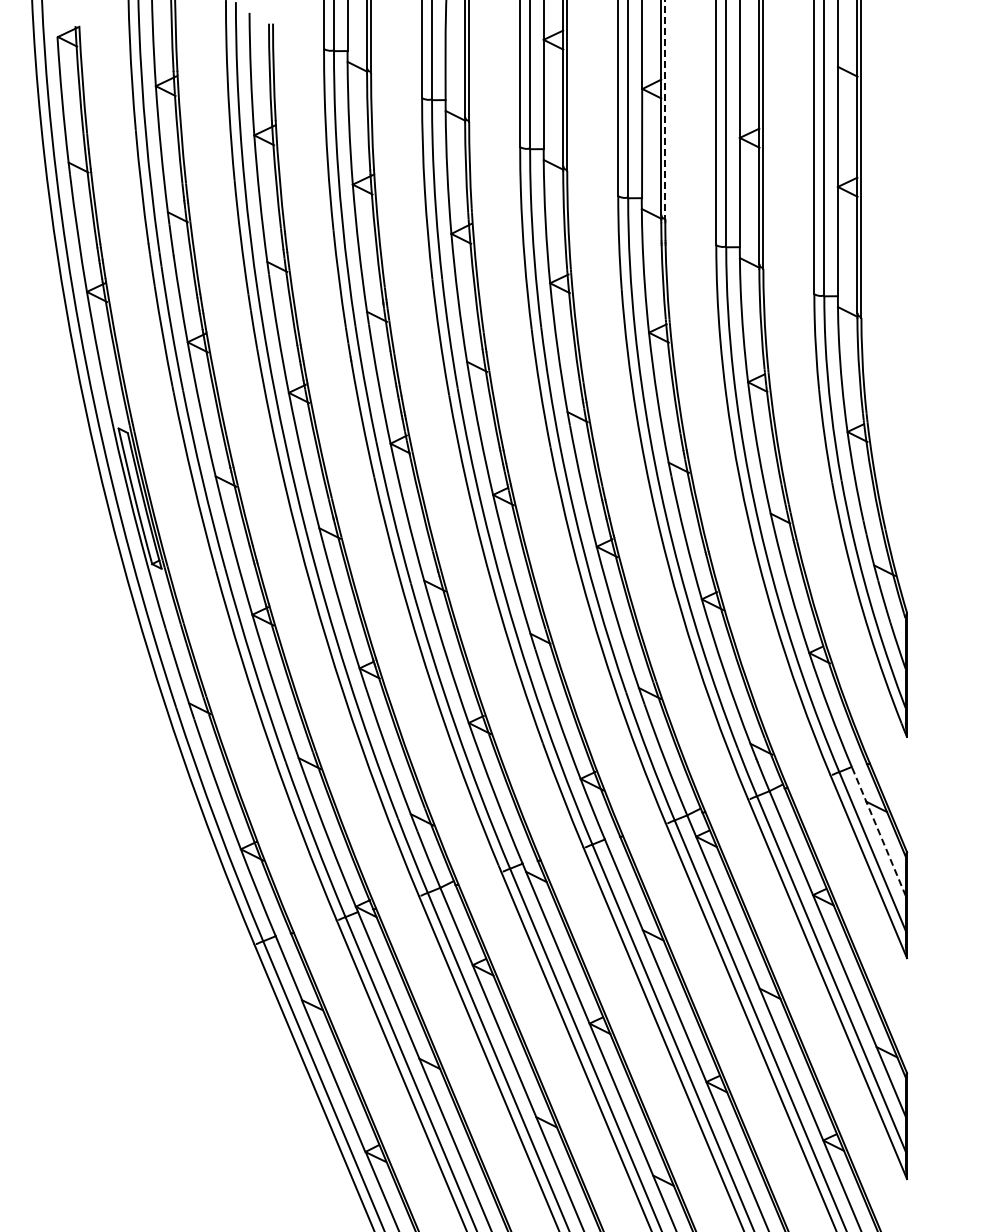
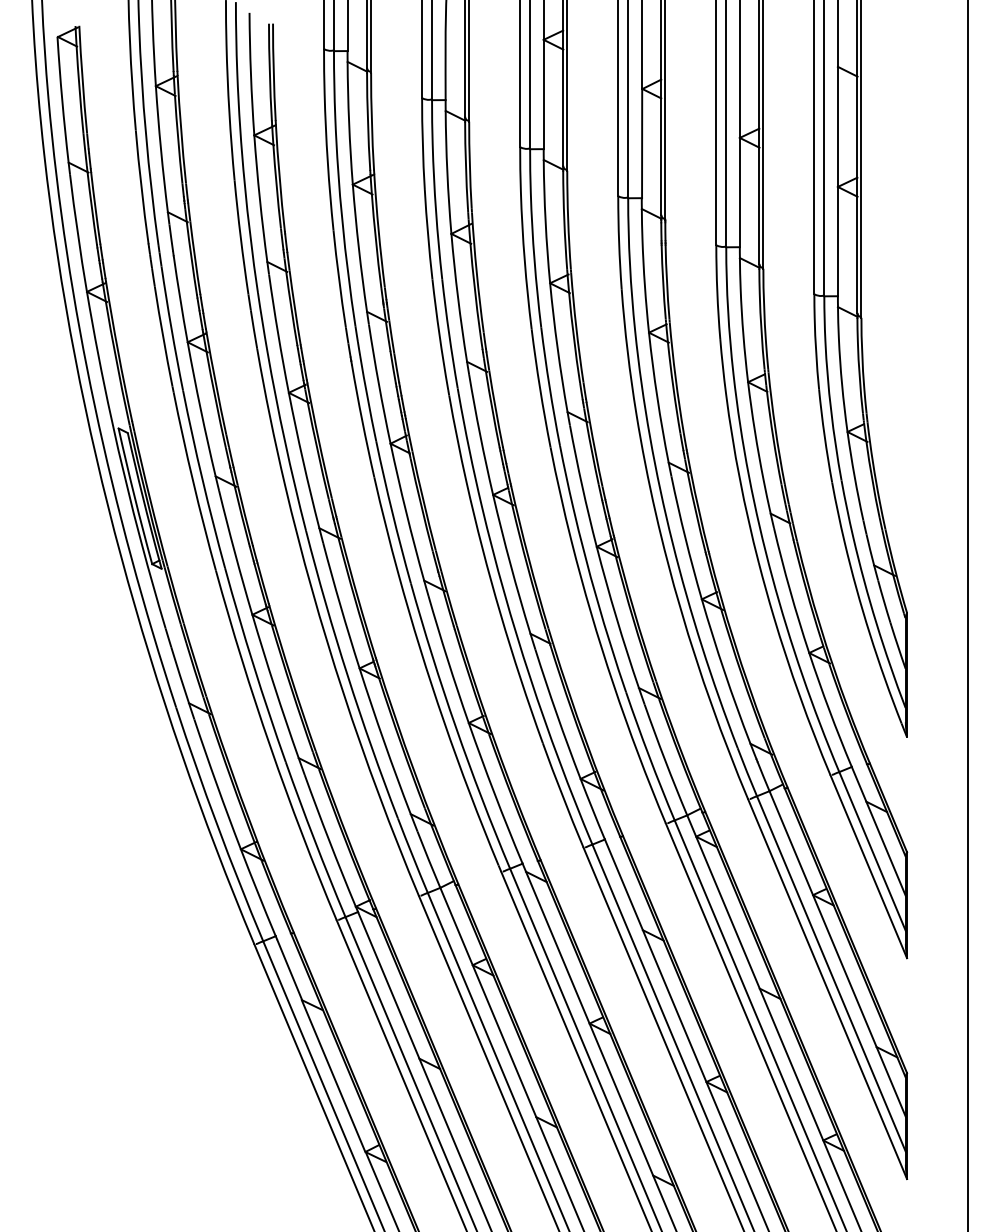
line at (665, 110): dashed -> solid
line at (968, 615): none -> present
line at (878, 831): dashed -> solid
